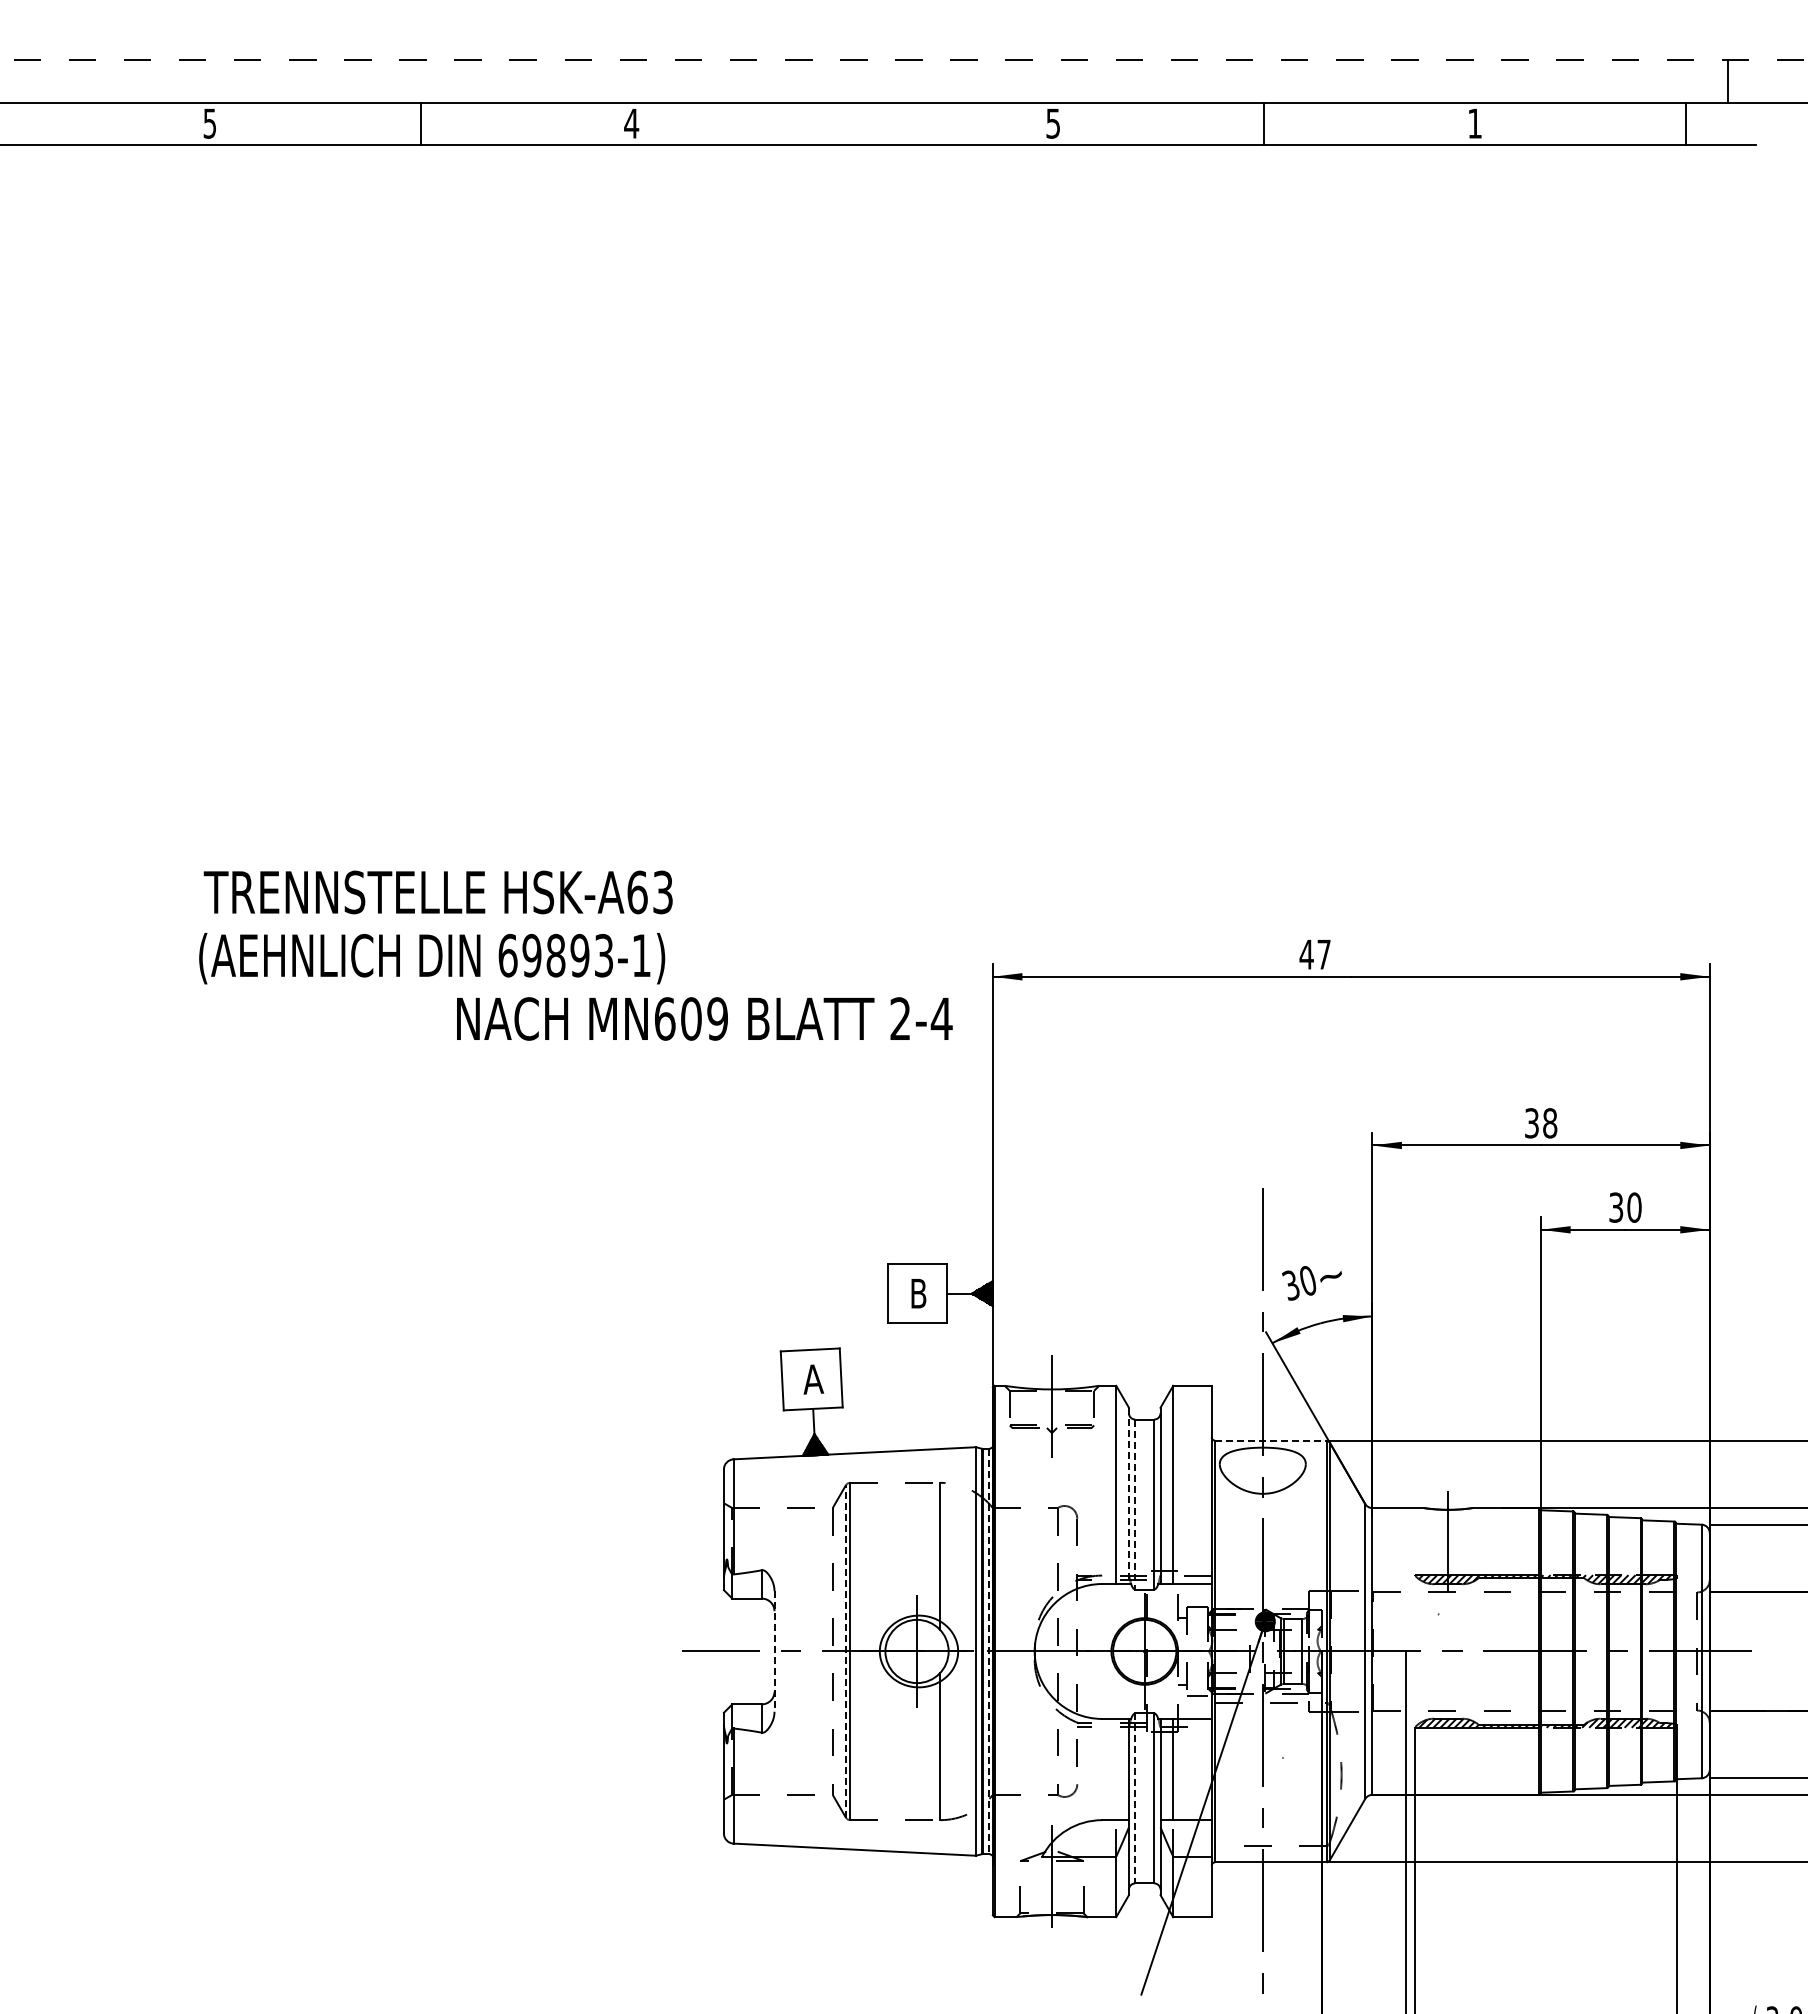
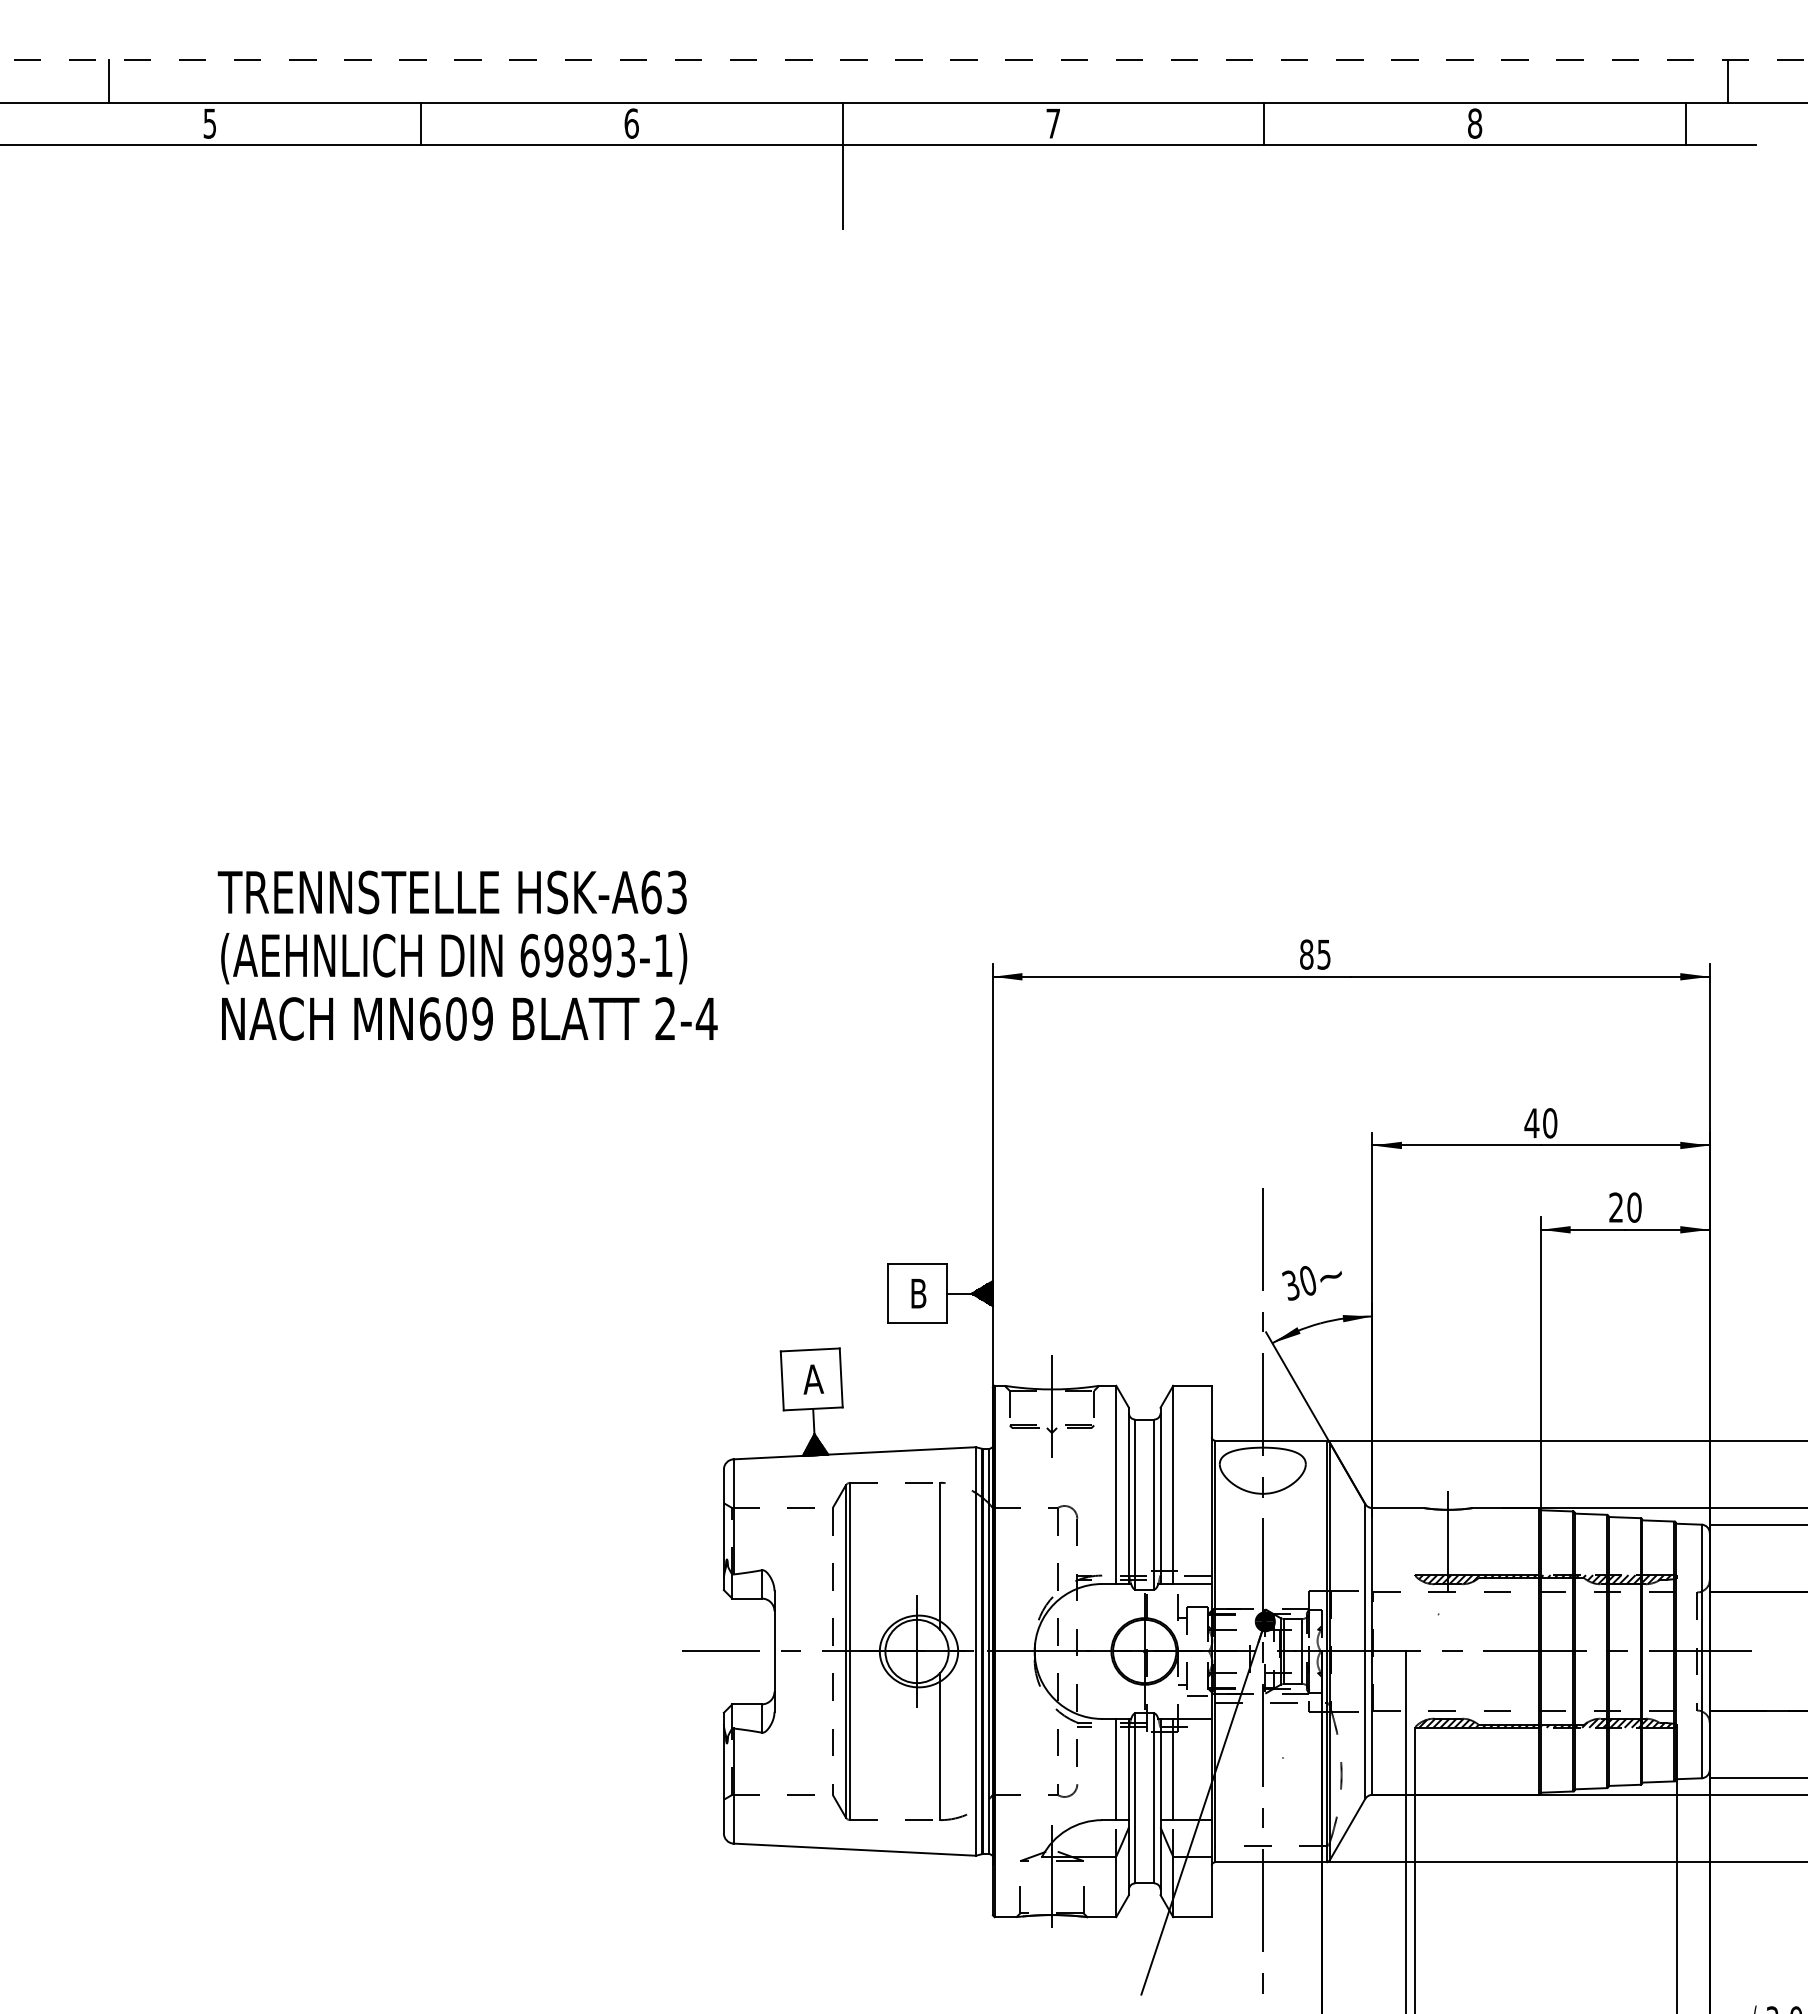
line at (108, 81): none -> present
text at (631, 123): 4 -> 6
text at (1052, 123): 5 -> 7
text at (1475, 123): 1 -> 8
line at (842, 165): none -> present
text at (437, 892) position: (437, 892) -> (451, 892)
text at (1314, 954): 47 -> 85
text at (432, 958) position: (432, 958) -> (454, 958)
text at (704, 1018) position: (704, 1018) -> (469, 1018)
text at (1540, 1123): 38 -> 40
text at (1616, 1207): 30 -> 20
line at (1270, 1440): dashed -> solid
line at (1128, 1496): dashed -> solid
line at (1135, 1504): dashed -> solid
line at (845, 1650): dashed -> solid
line at (774, 1651): dashed -> solid
line at (988, 1651): dashed -> solid
line at (1116, 1769): none -> present
line at (1135, 1798): dashed -> solid
